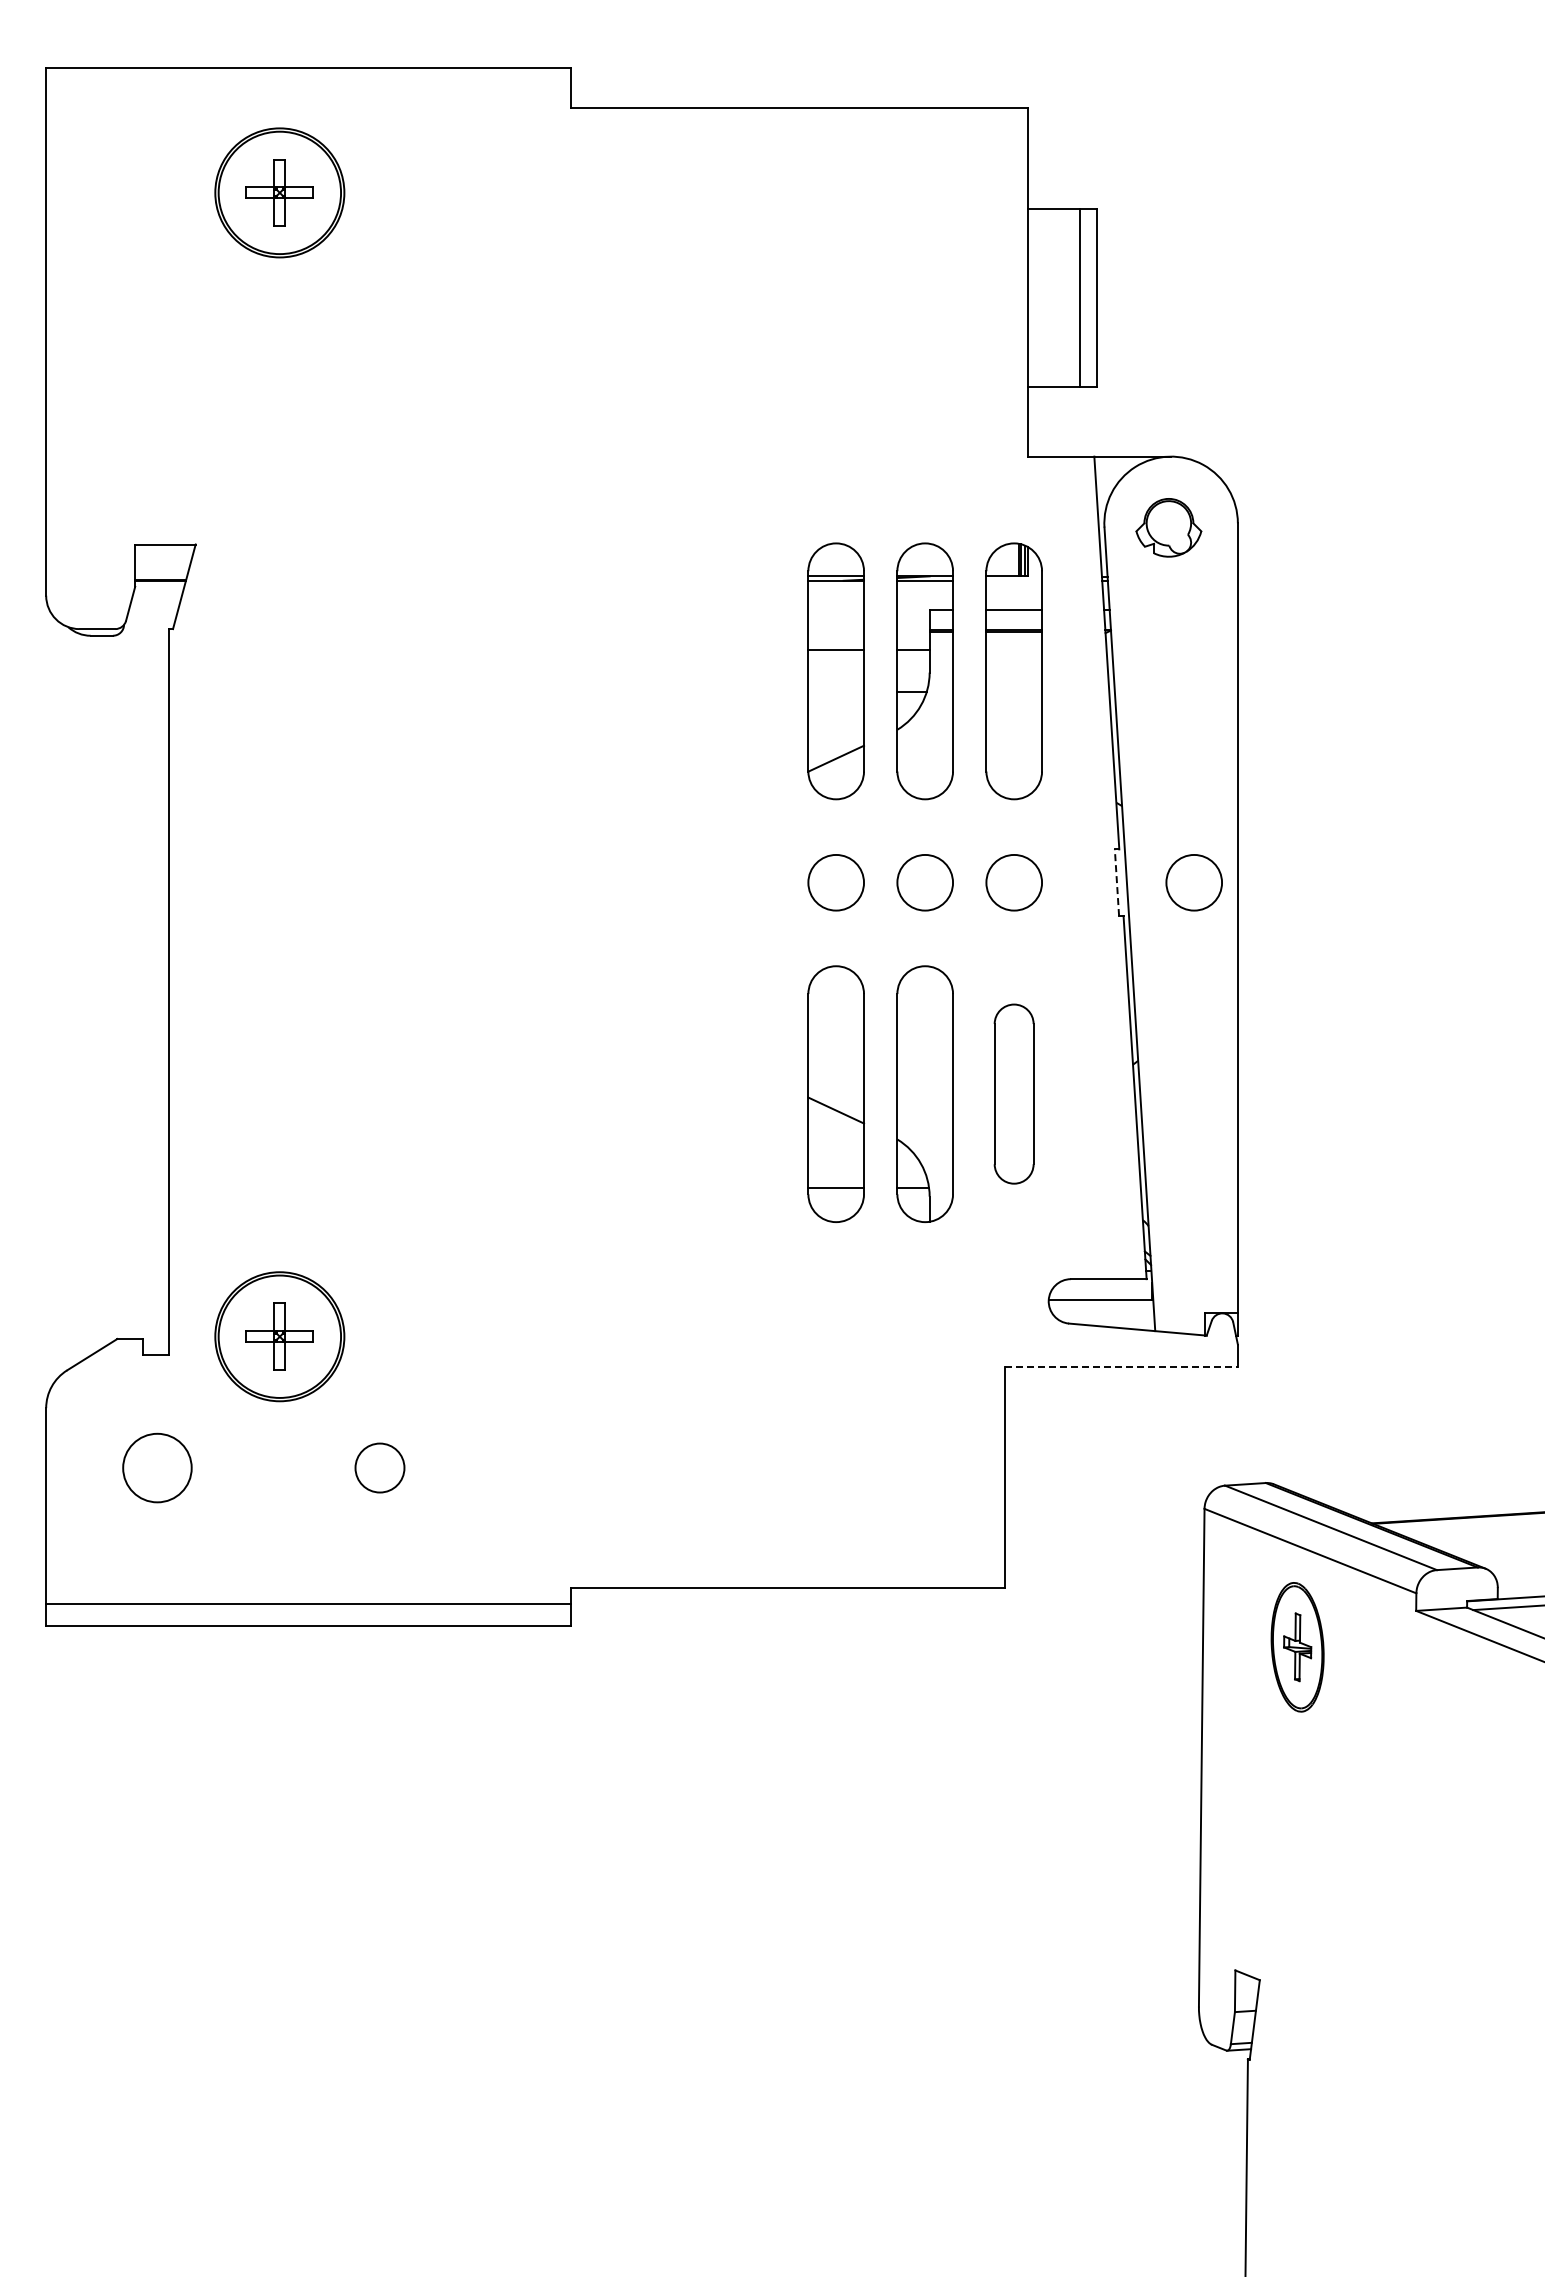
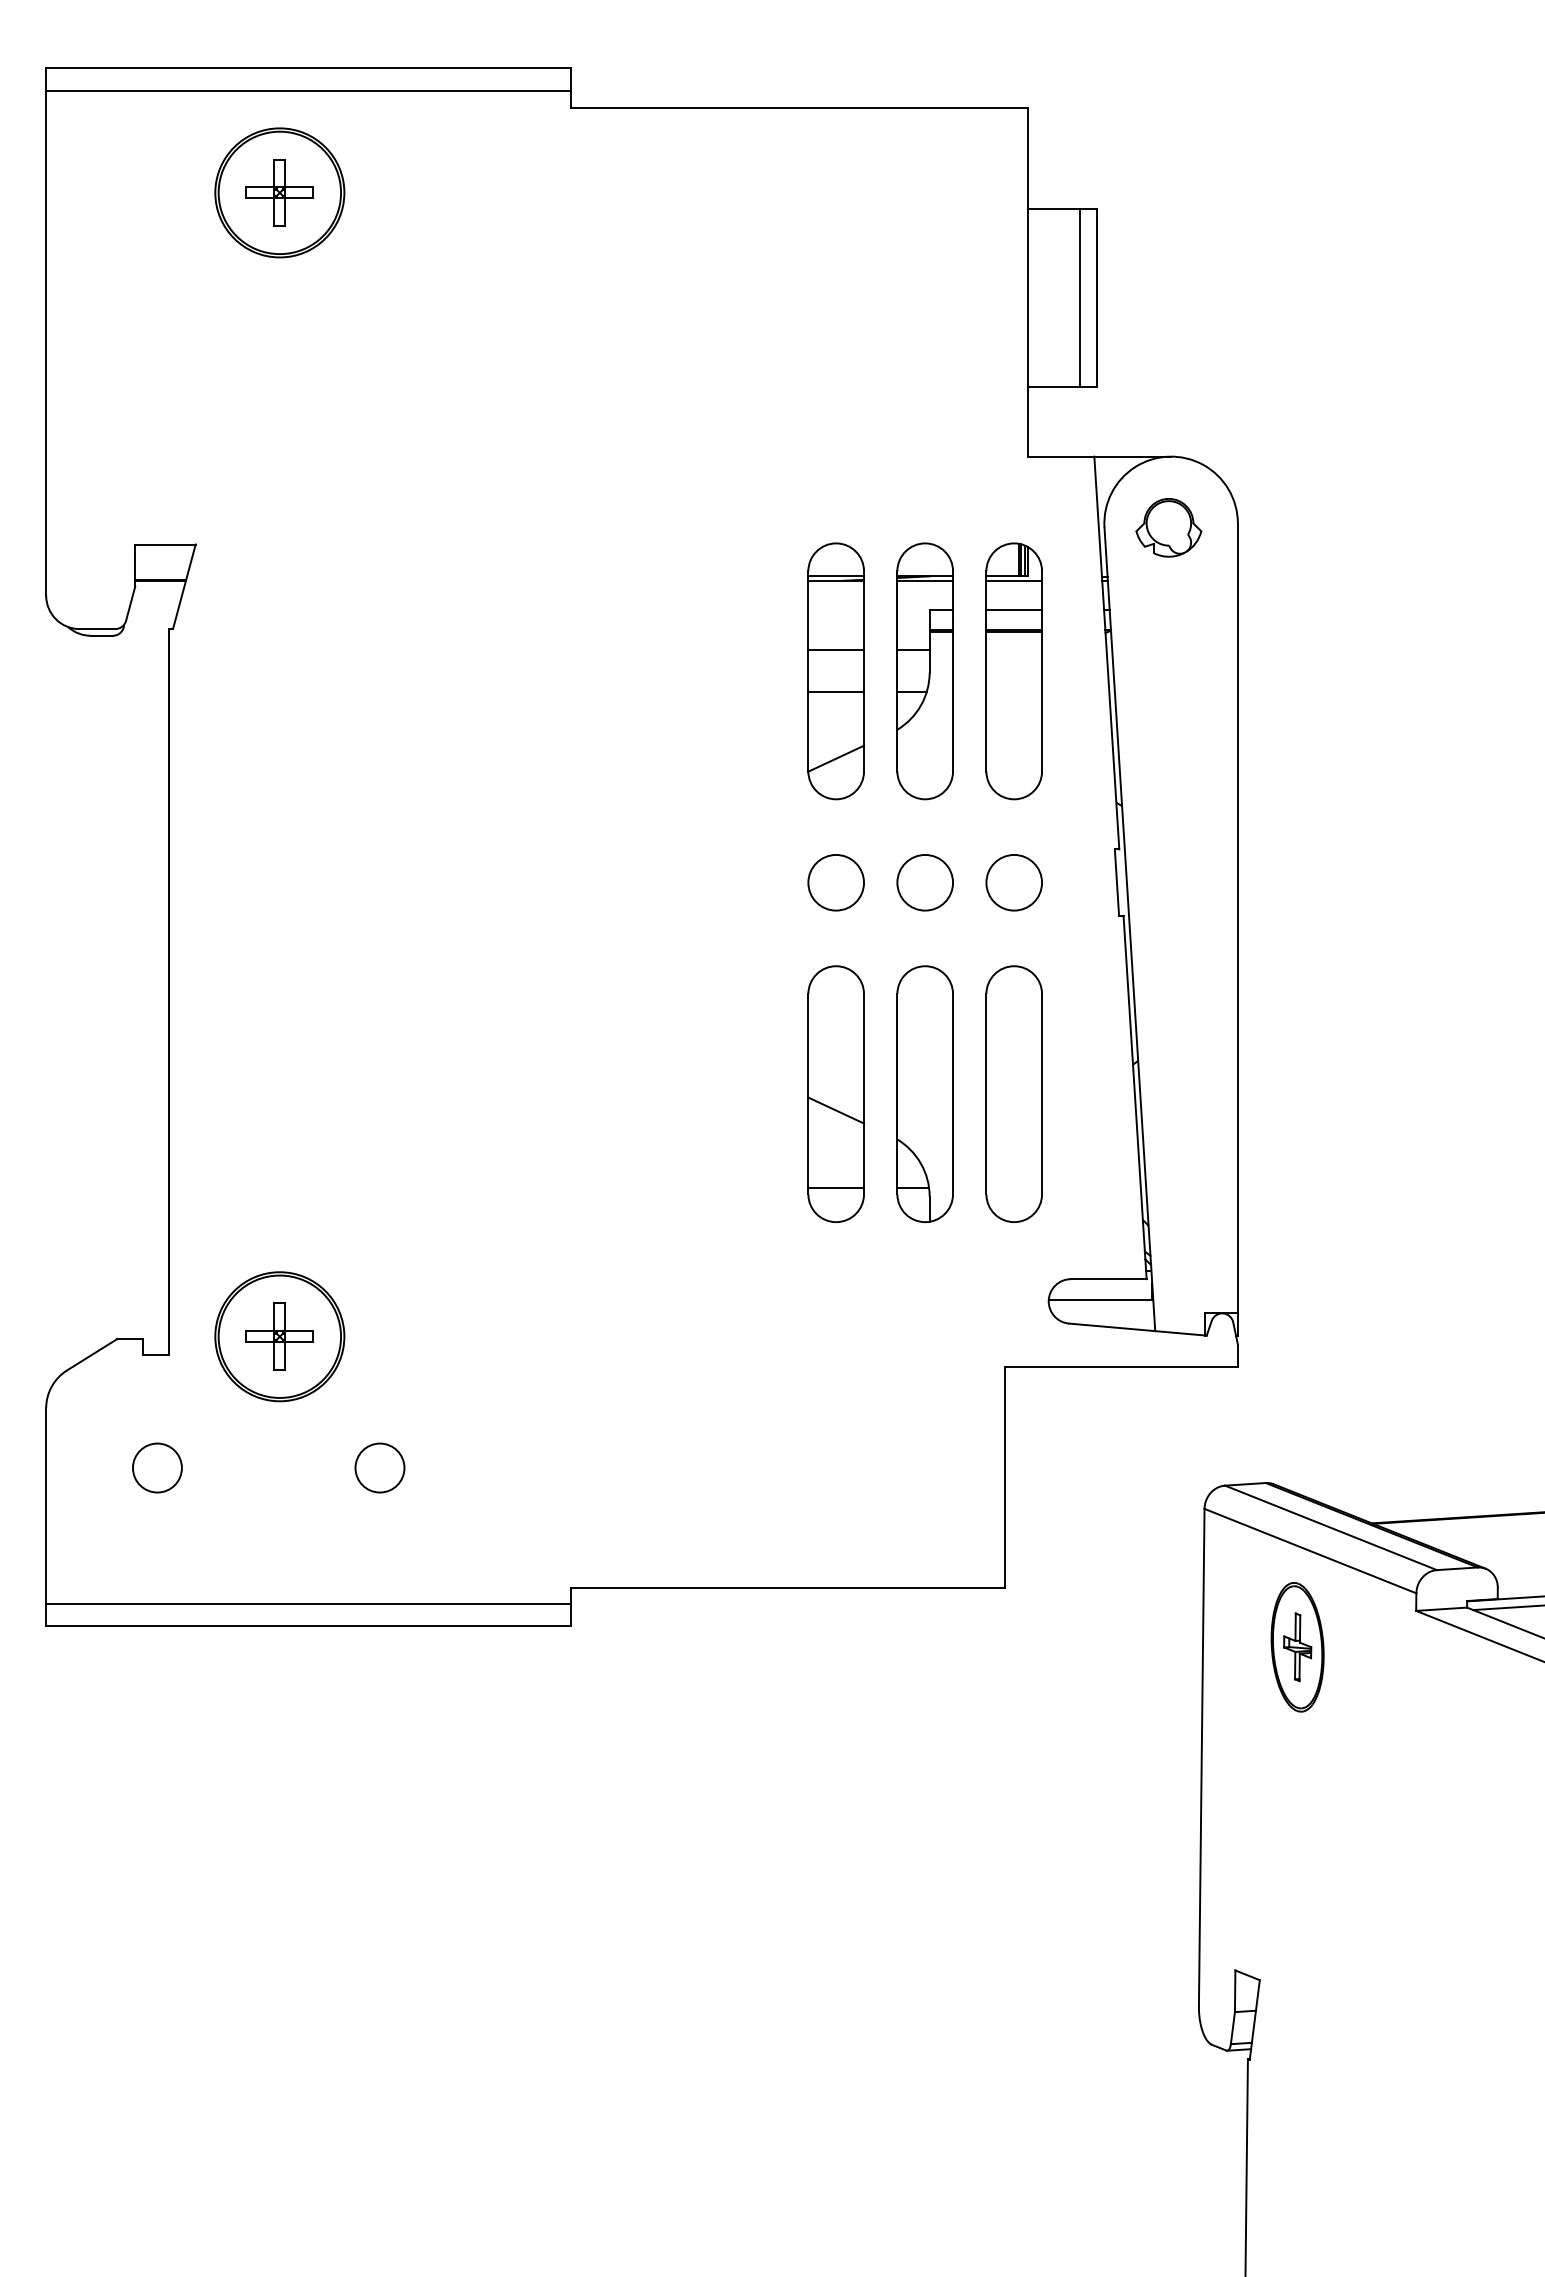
line at (308, 90): none -> present
line at (1014, 580): none -> present
line at (836, 692): none -> present
line at (1116, 882): dashed -> solid
circle at (1193, 882): present -> none
part at (1013, 1093) size: 42x182 px -> 58x258 px
line at (1122, 1366): dashed -> solid
circle at (157, 1467) size: 71x72 px -> 51x52 px
